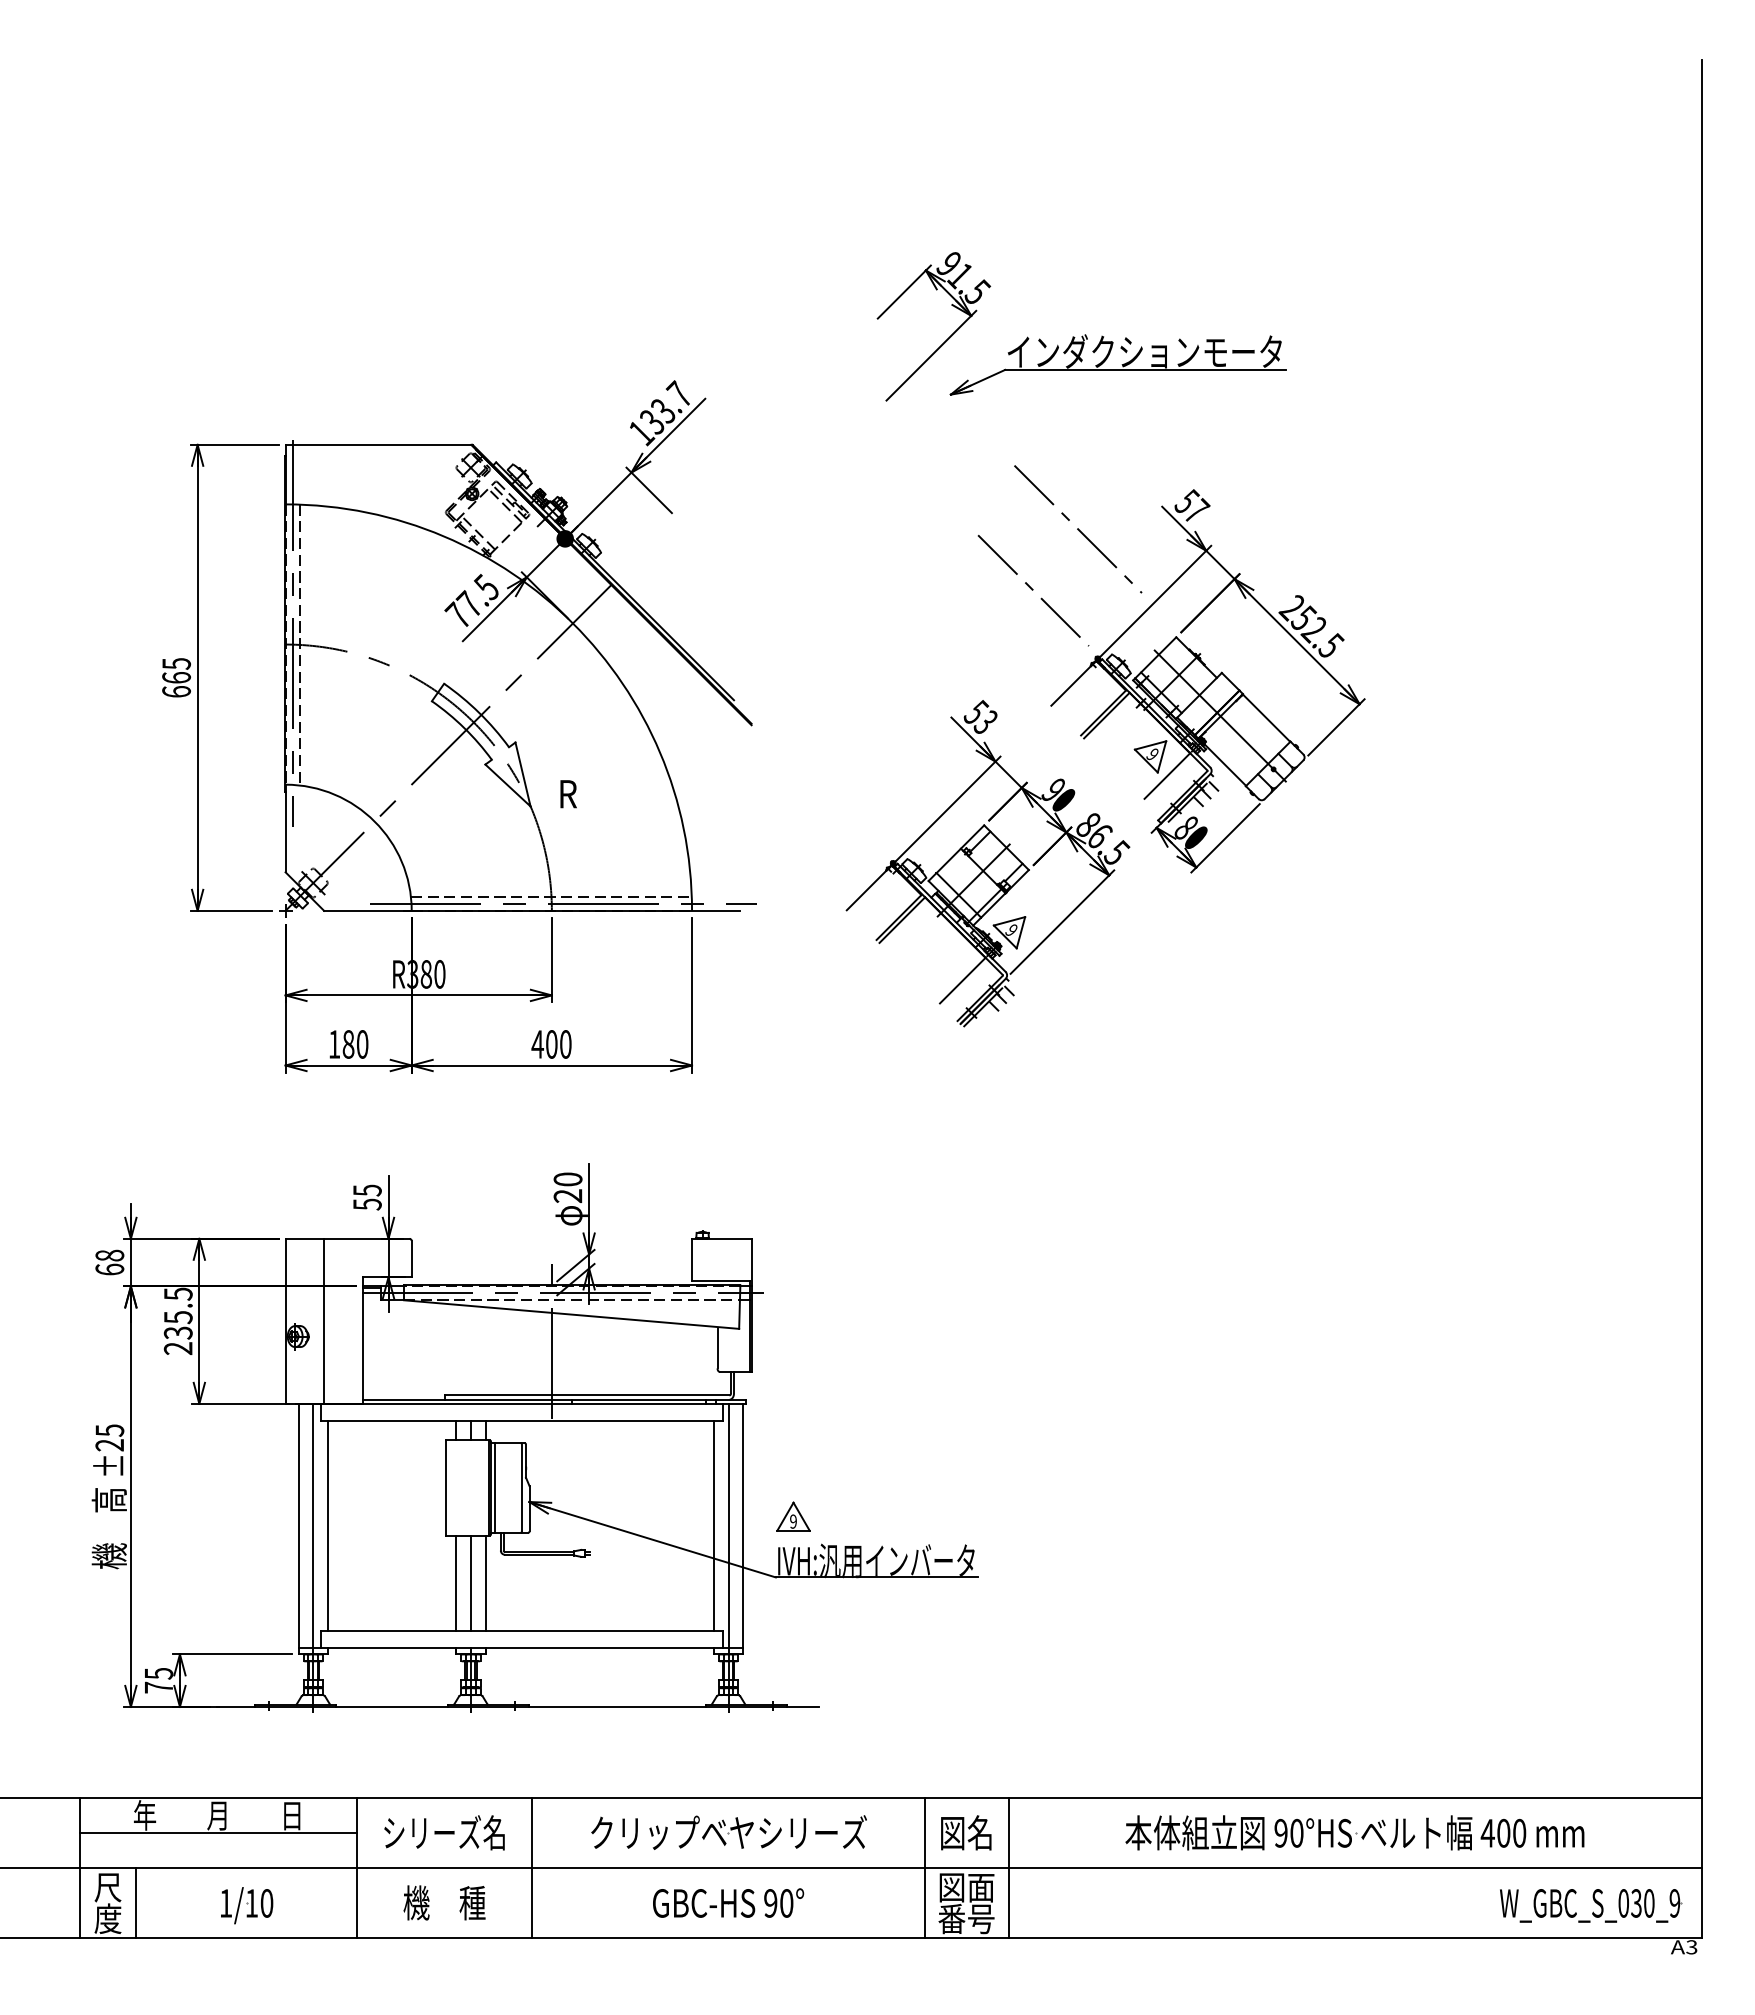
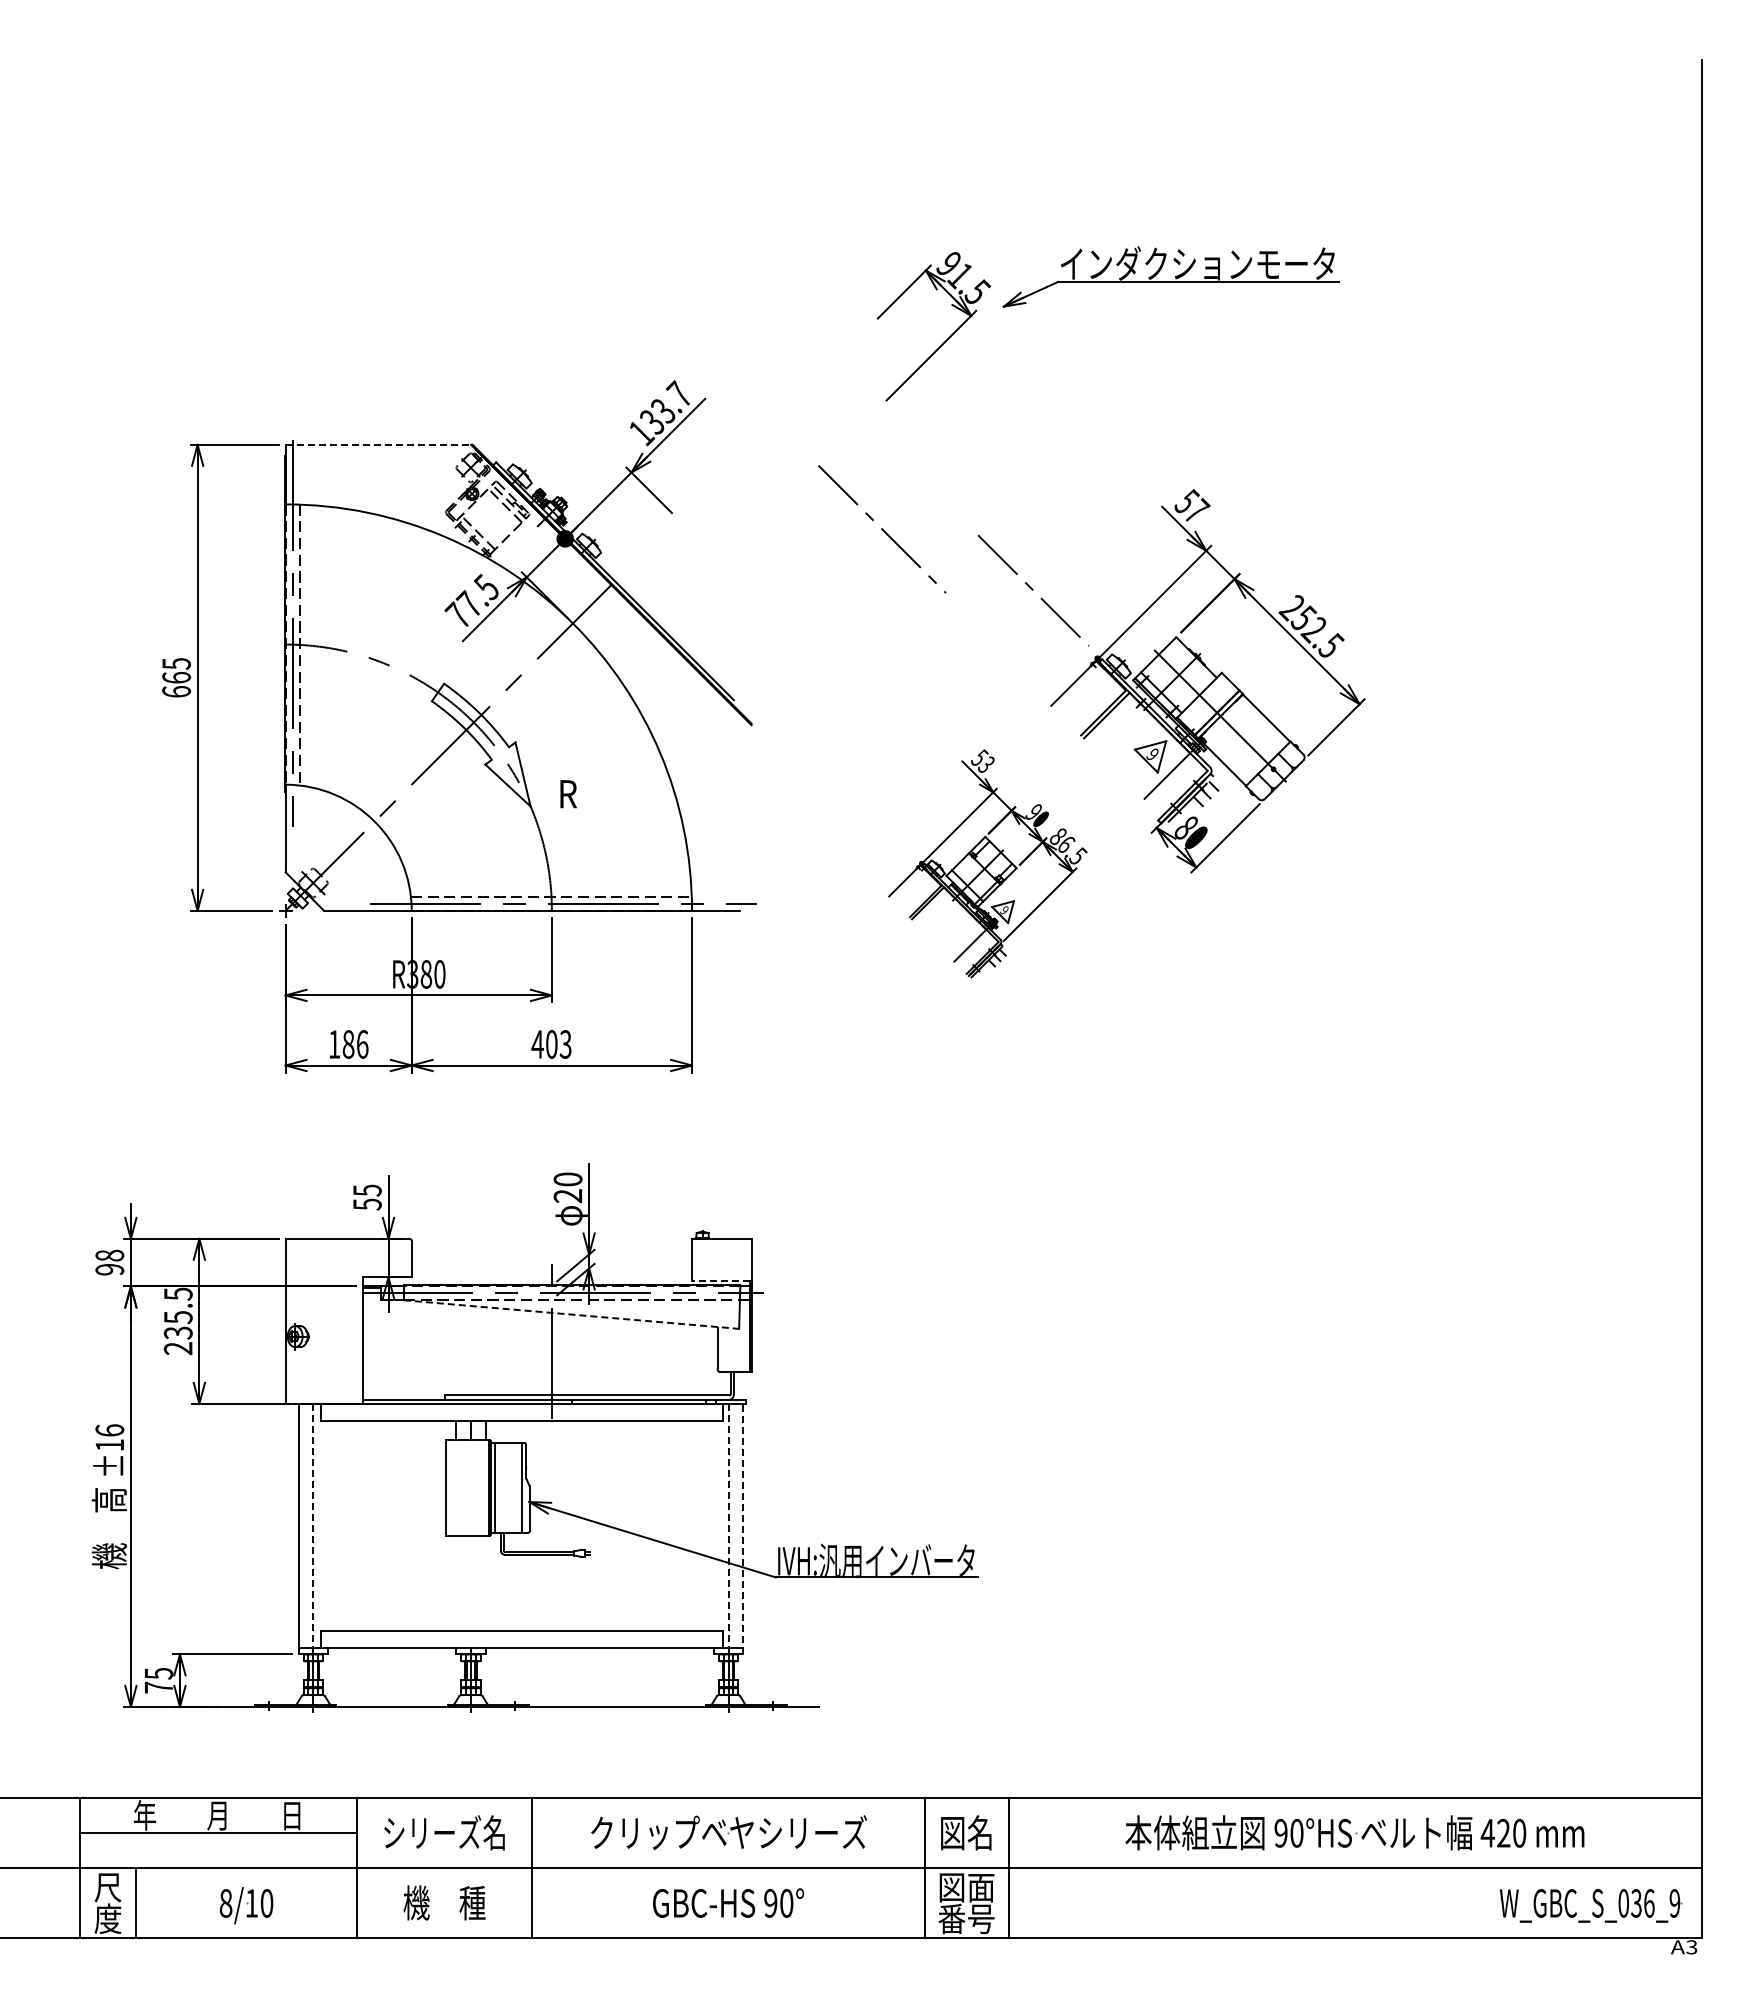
part at (1117, 364) position: (1117, 364) -> (1170, 276)
line at (379, 444): solid -> dashed
line at (1078, 529) position: (1078, 529) -> (882, 529)
part at (987, 863) size: 286x328 px -> 200x230 px
text at (362, 1044): 180 -> 186
text at (565, 1044): 400 -> 403
text at (109, 1269): 68 -> 98
line at (720, 1280): solid -> dashed
line at (572, 1314): solid -> dashed
line at (324, 1320): present -> none
text at (109, 1437): ±25 -> ±16
part at (793, 1516): present -> none
line at (327, 1525): present -> none
line at (713, 1525): present -> none
line at (743, 1528): solid -> dashed
line at (313, 1529): solid -> dashed
line at (728, 1529): solid -> dashed
line at (456, 1582): present -> none
line at (470, 1582): present -> none
line at (485, 1582): present -> none
text at (1503, 1833): 400 -> 420
text at (225, 1903): 1/10 -> 8/10
text at (1649, 1903): W_GBC_S_030_9 -> W_GBC_S_036_9
